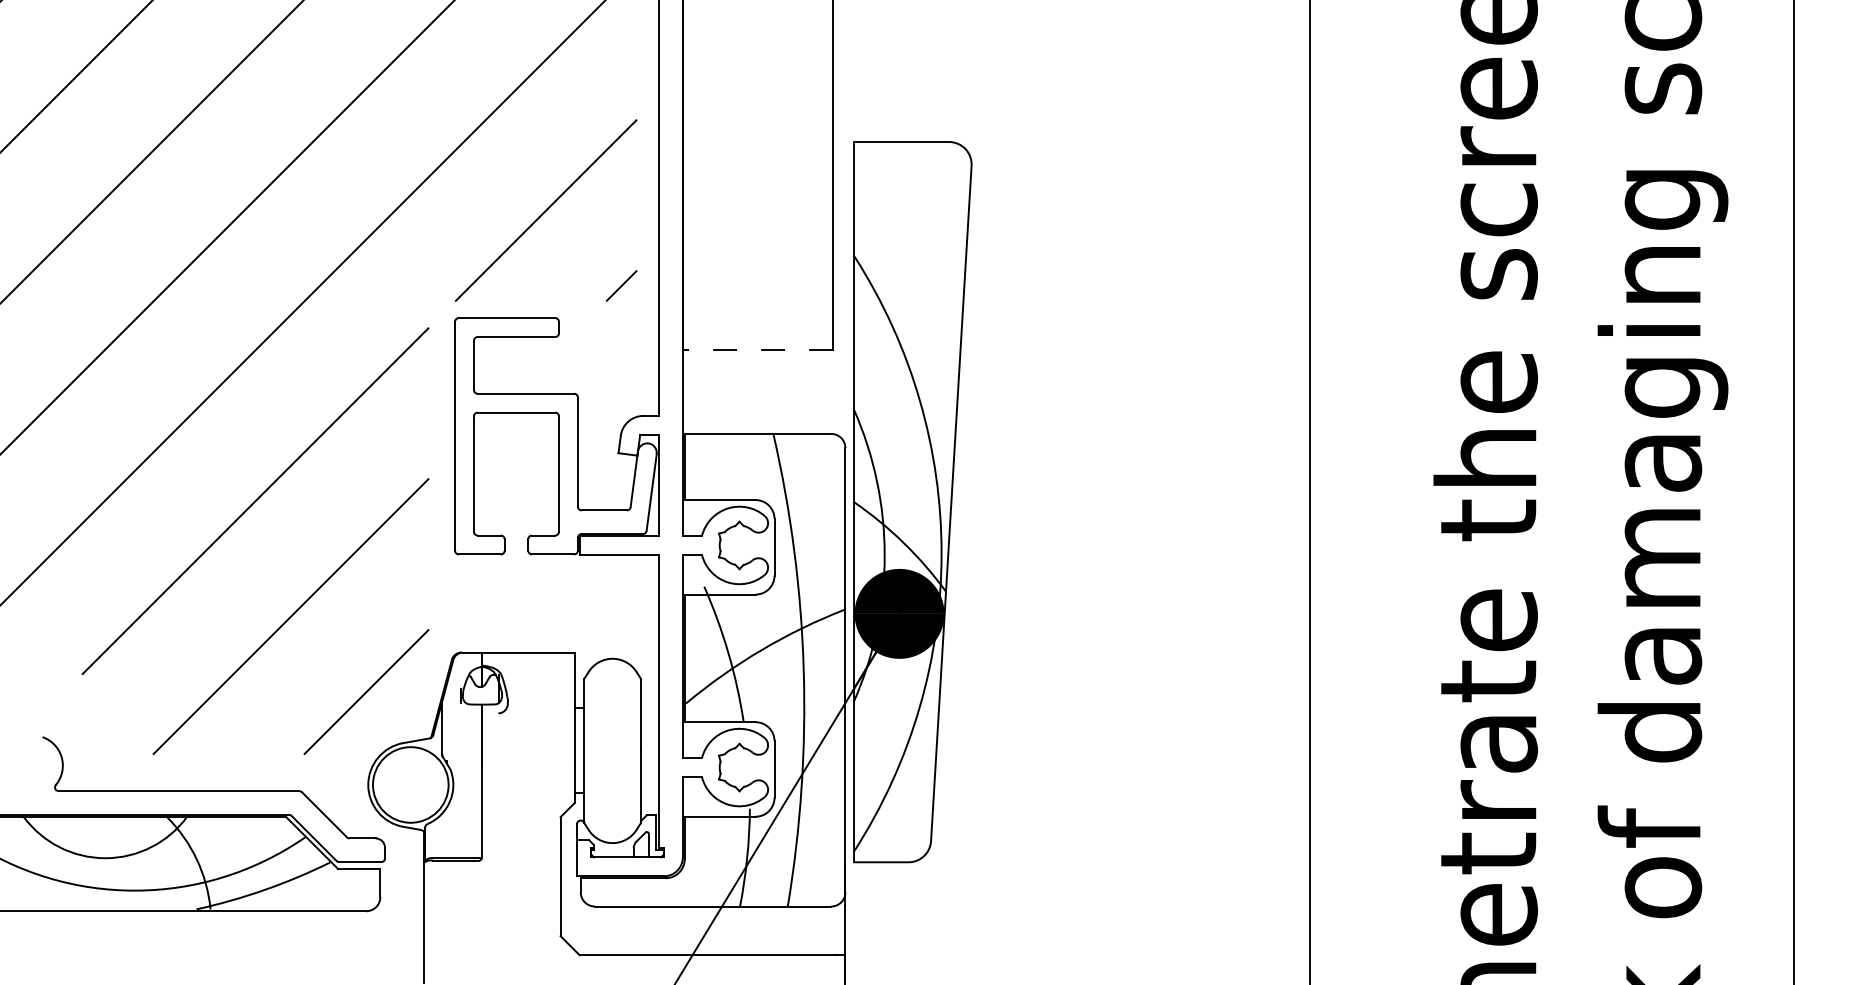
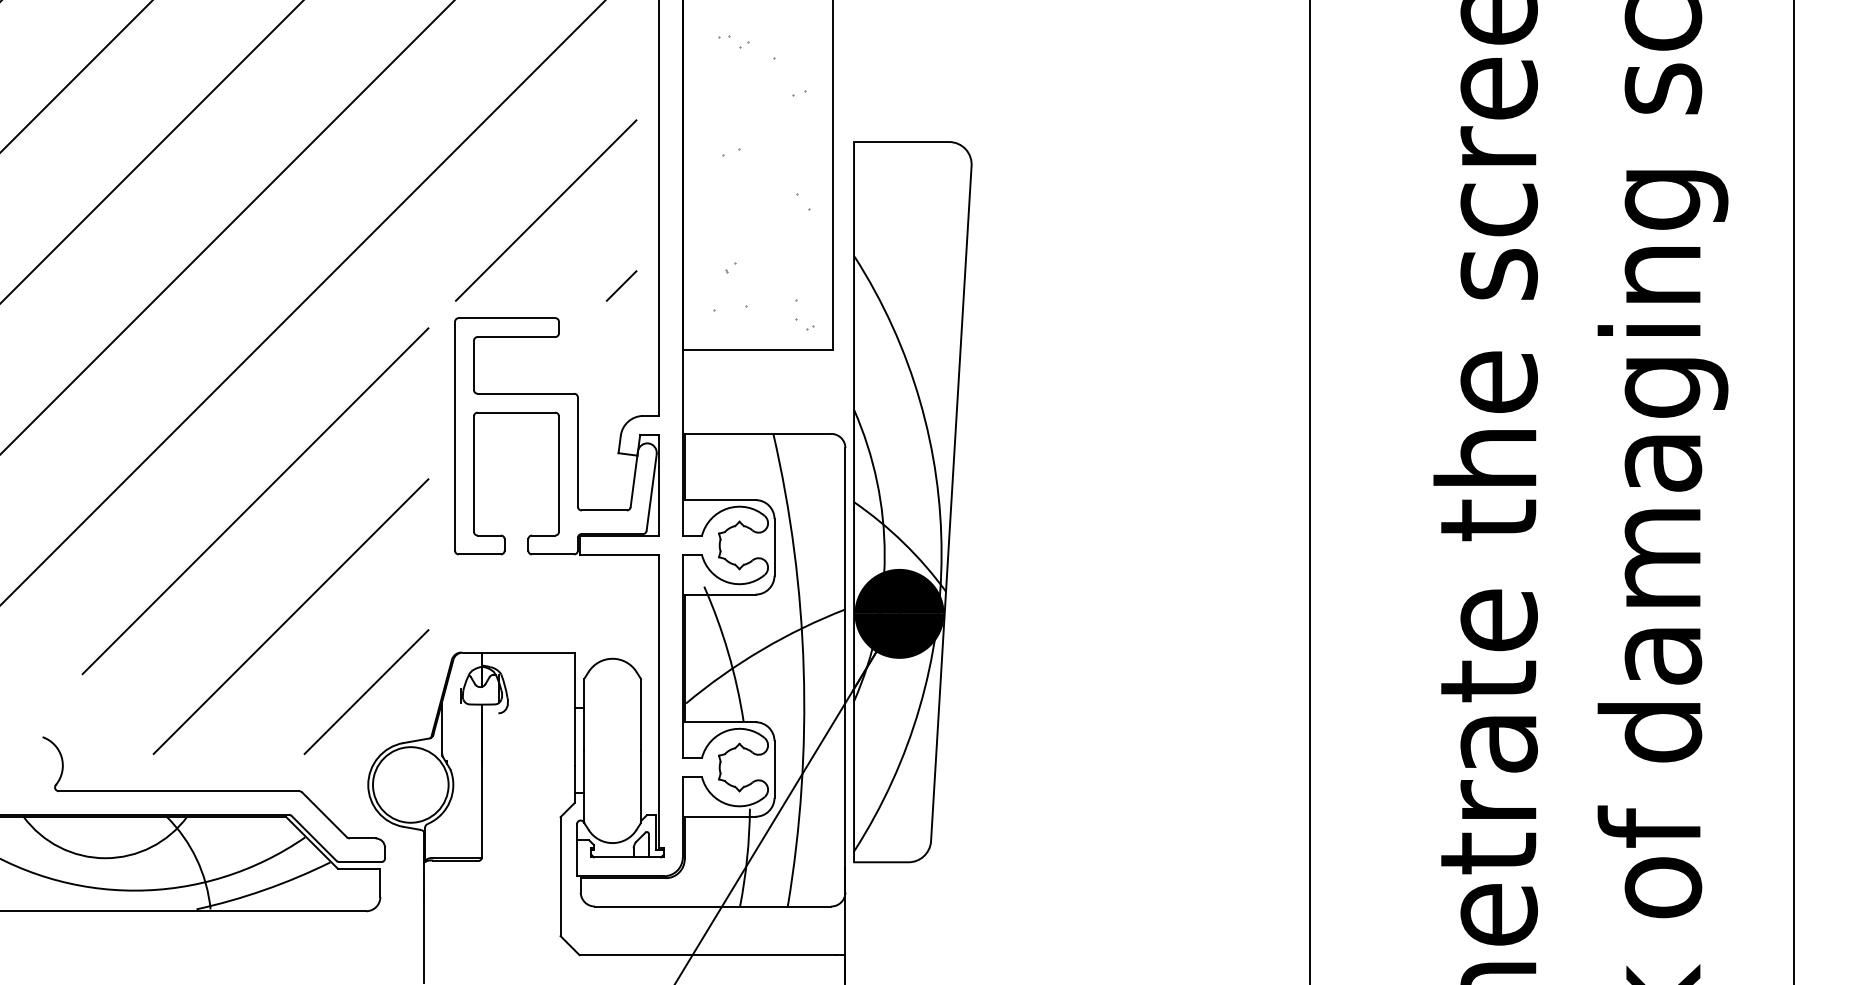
hatch at (763, 182): none -> present
line at (757, 350): dashed -> solid
